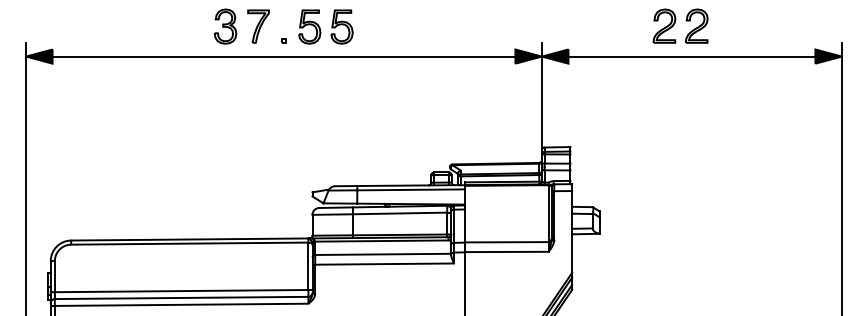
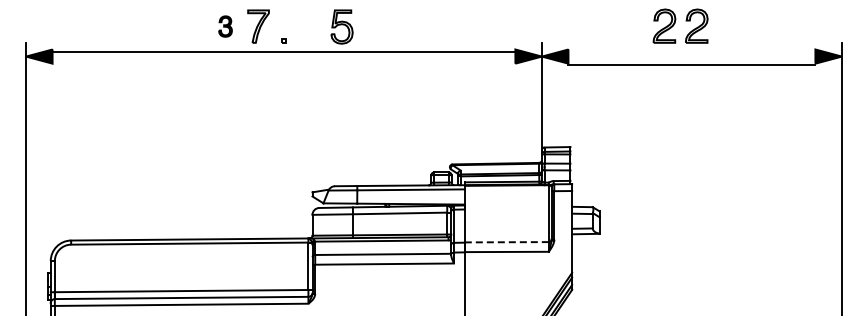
part at (225, 26) size: 25x37 px -> 15x23 px
part at (309, 26): present -> none
line at (283, 56) position: (283, 56) -> (283, 51)
line at (691, 56) position: (691, 56) -> (691, 64)
line at (506, 242): solid -> dashed
